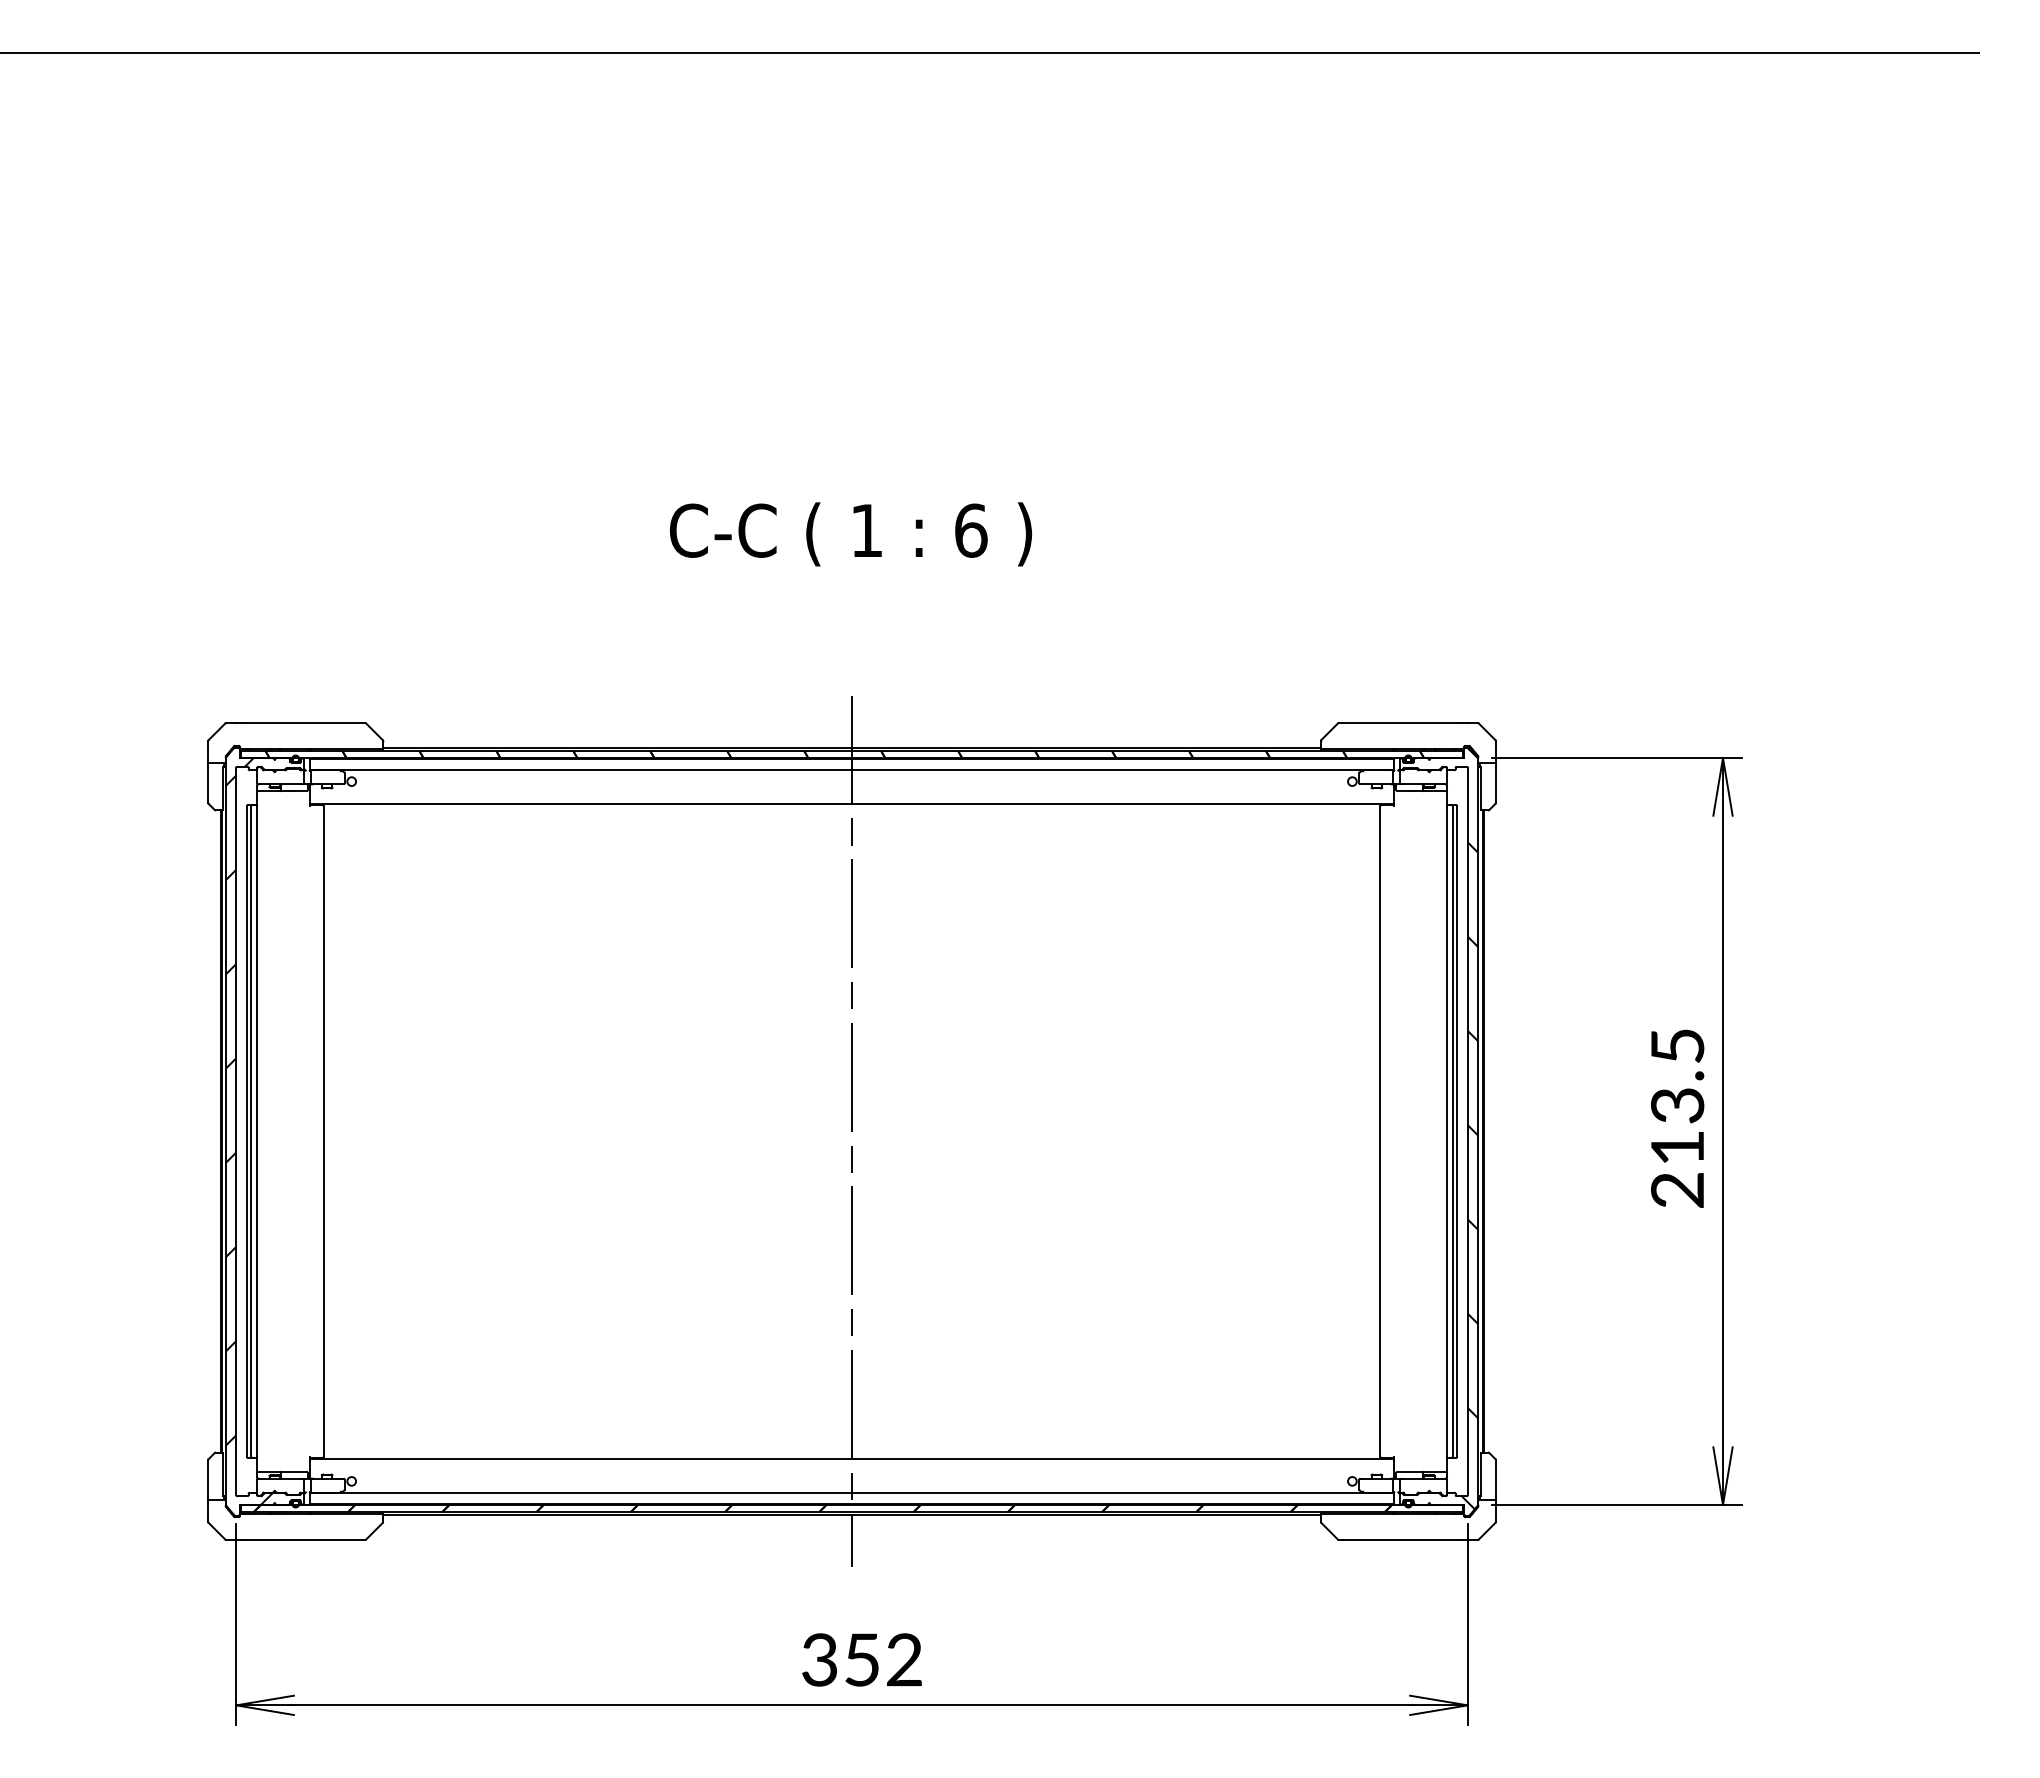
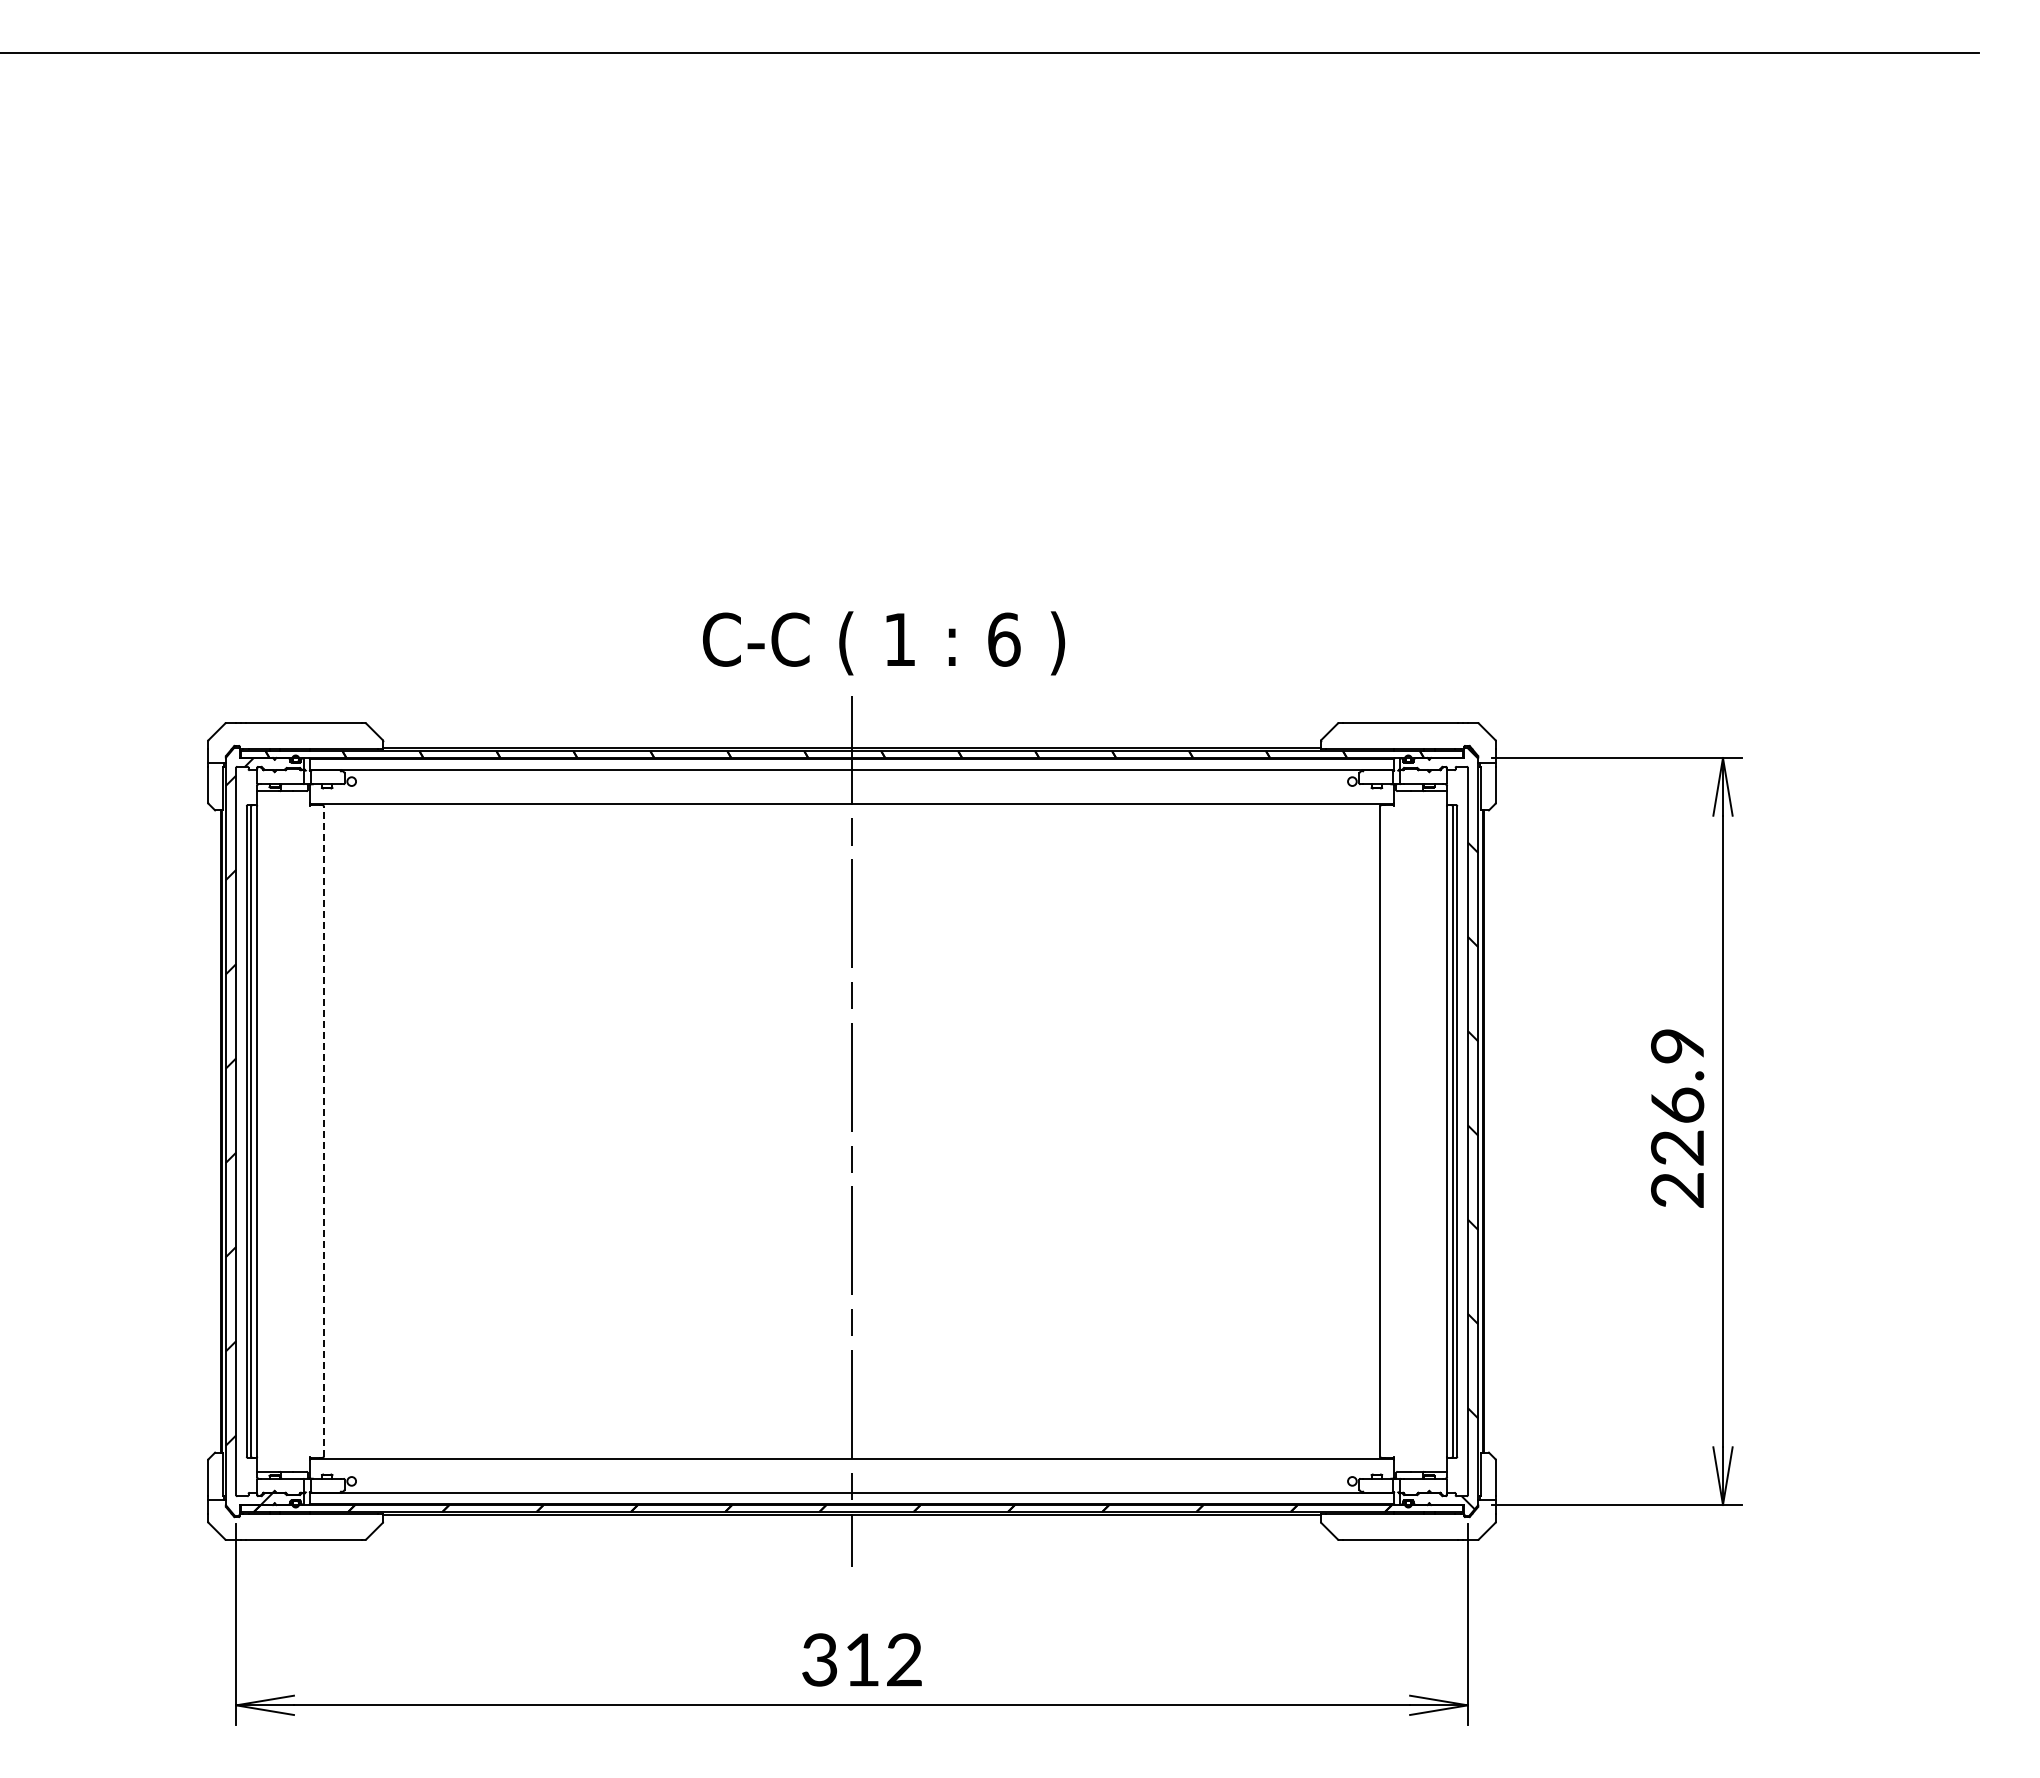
text at (851, 534) position: (851, 534) -> (884, 643)
text at (1677, 1097): 213.5 -> 226.9
line at (323, 1131): solid -> dashed
text at (861, 1659): 352 -> 312
